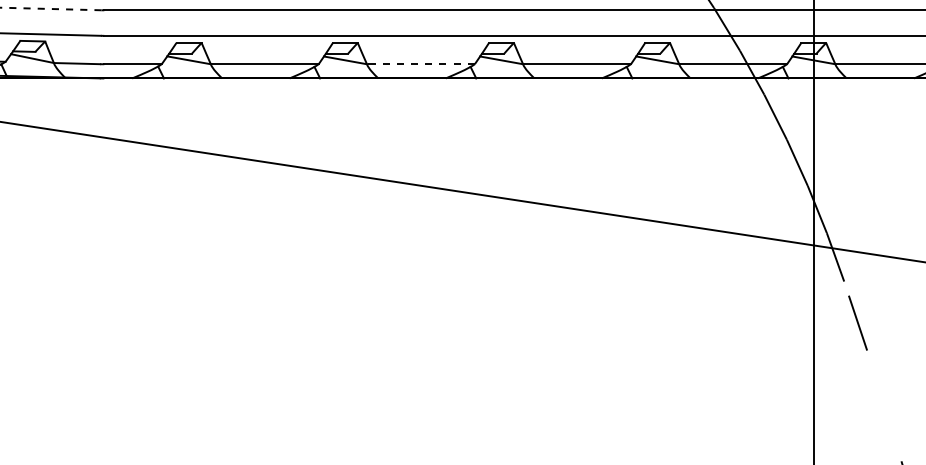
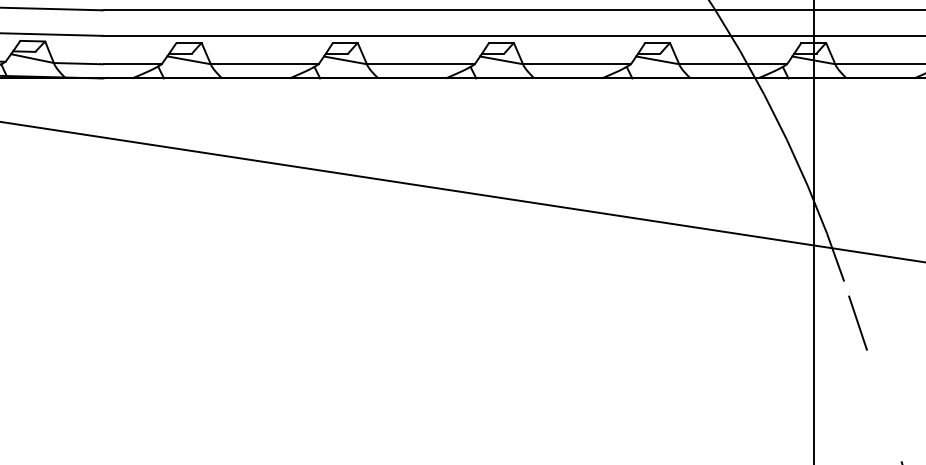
line at (50, 9): dashed -> solid
line at (420, 64): dashed -> solid
